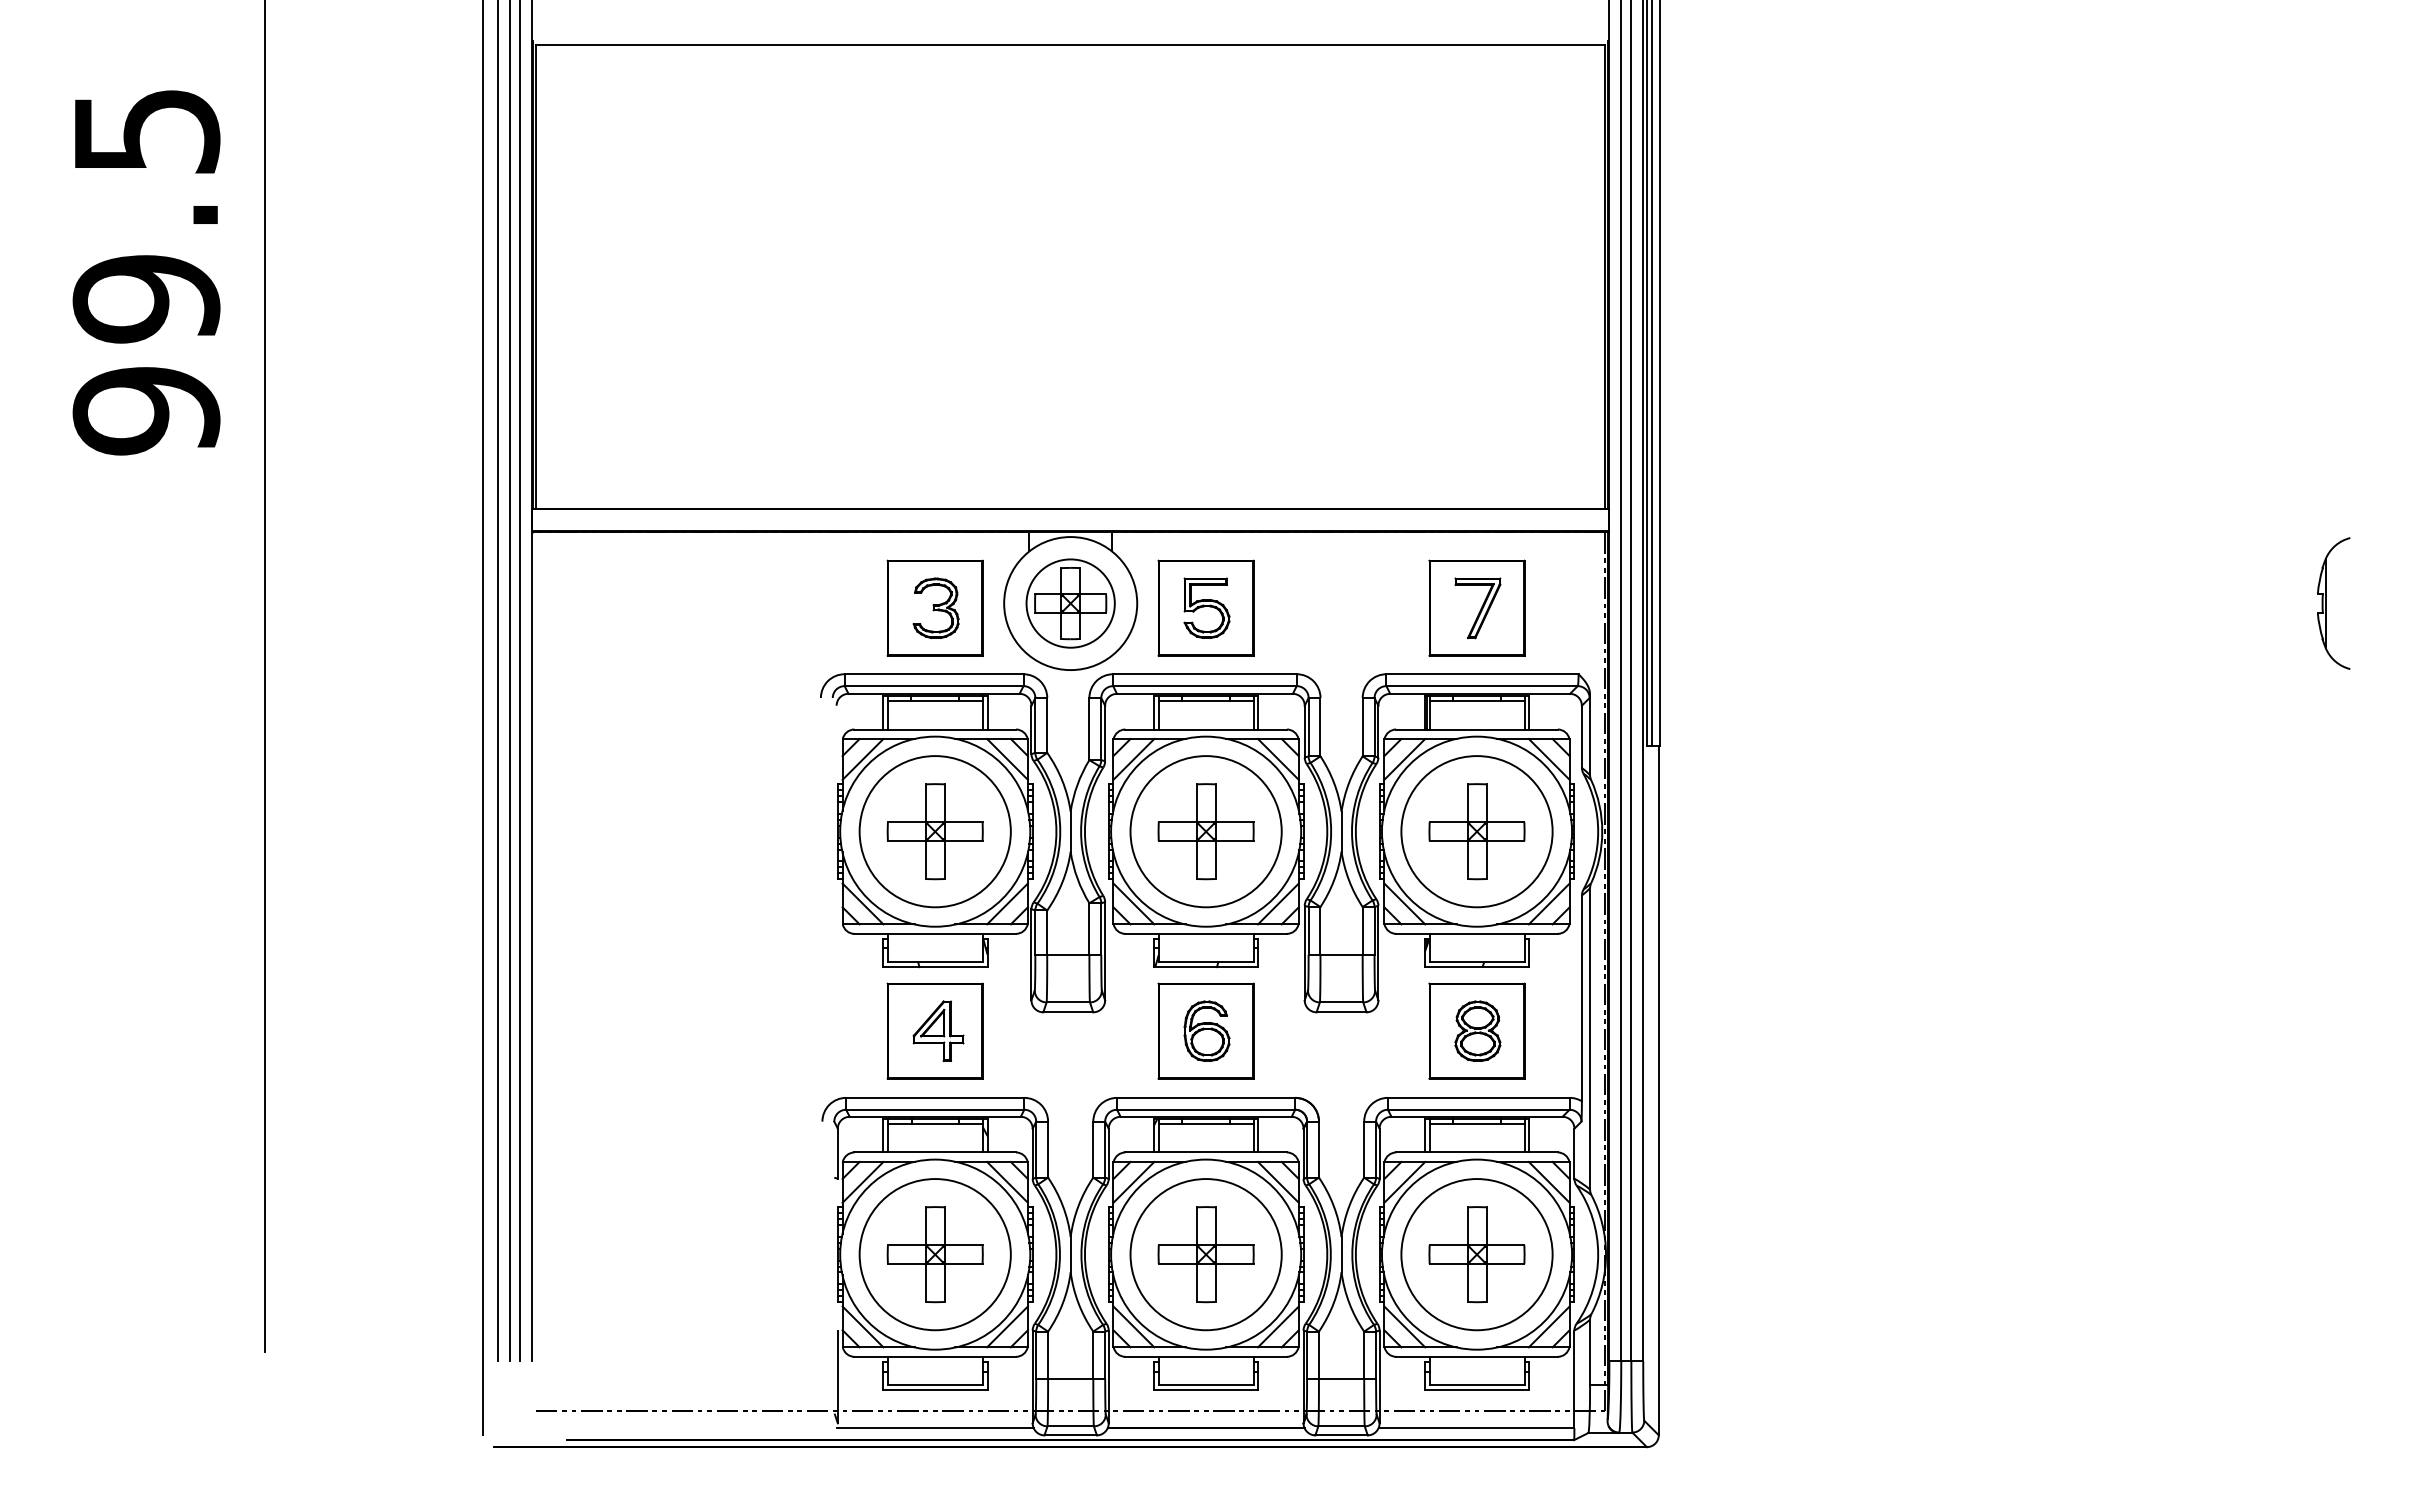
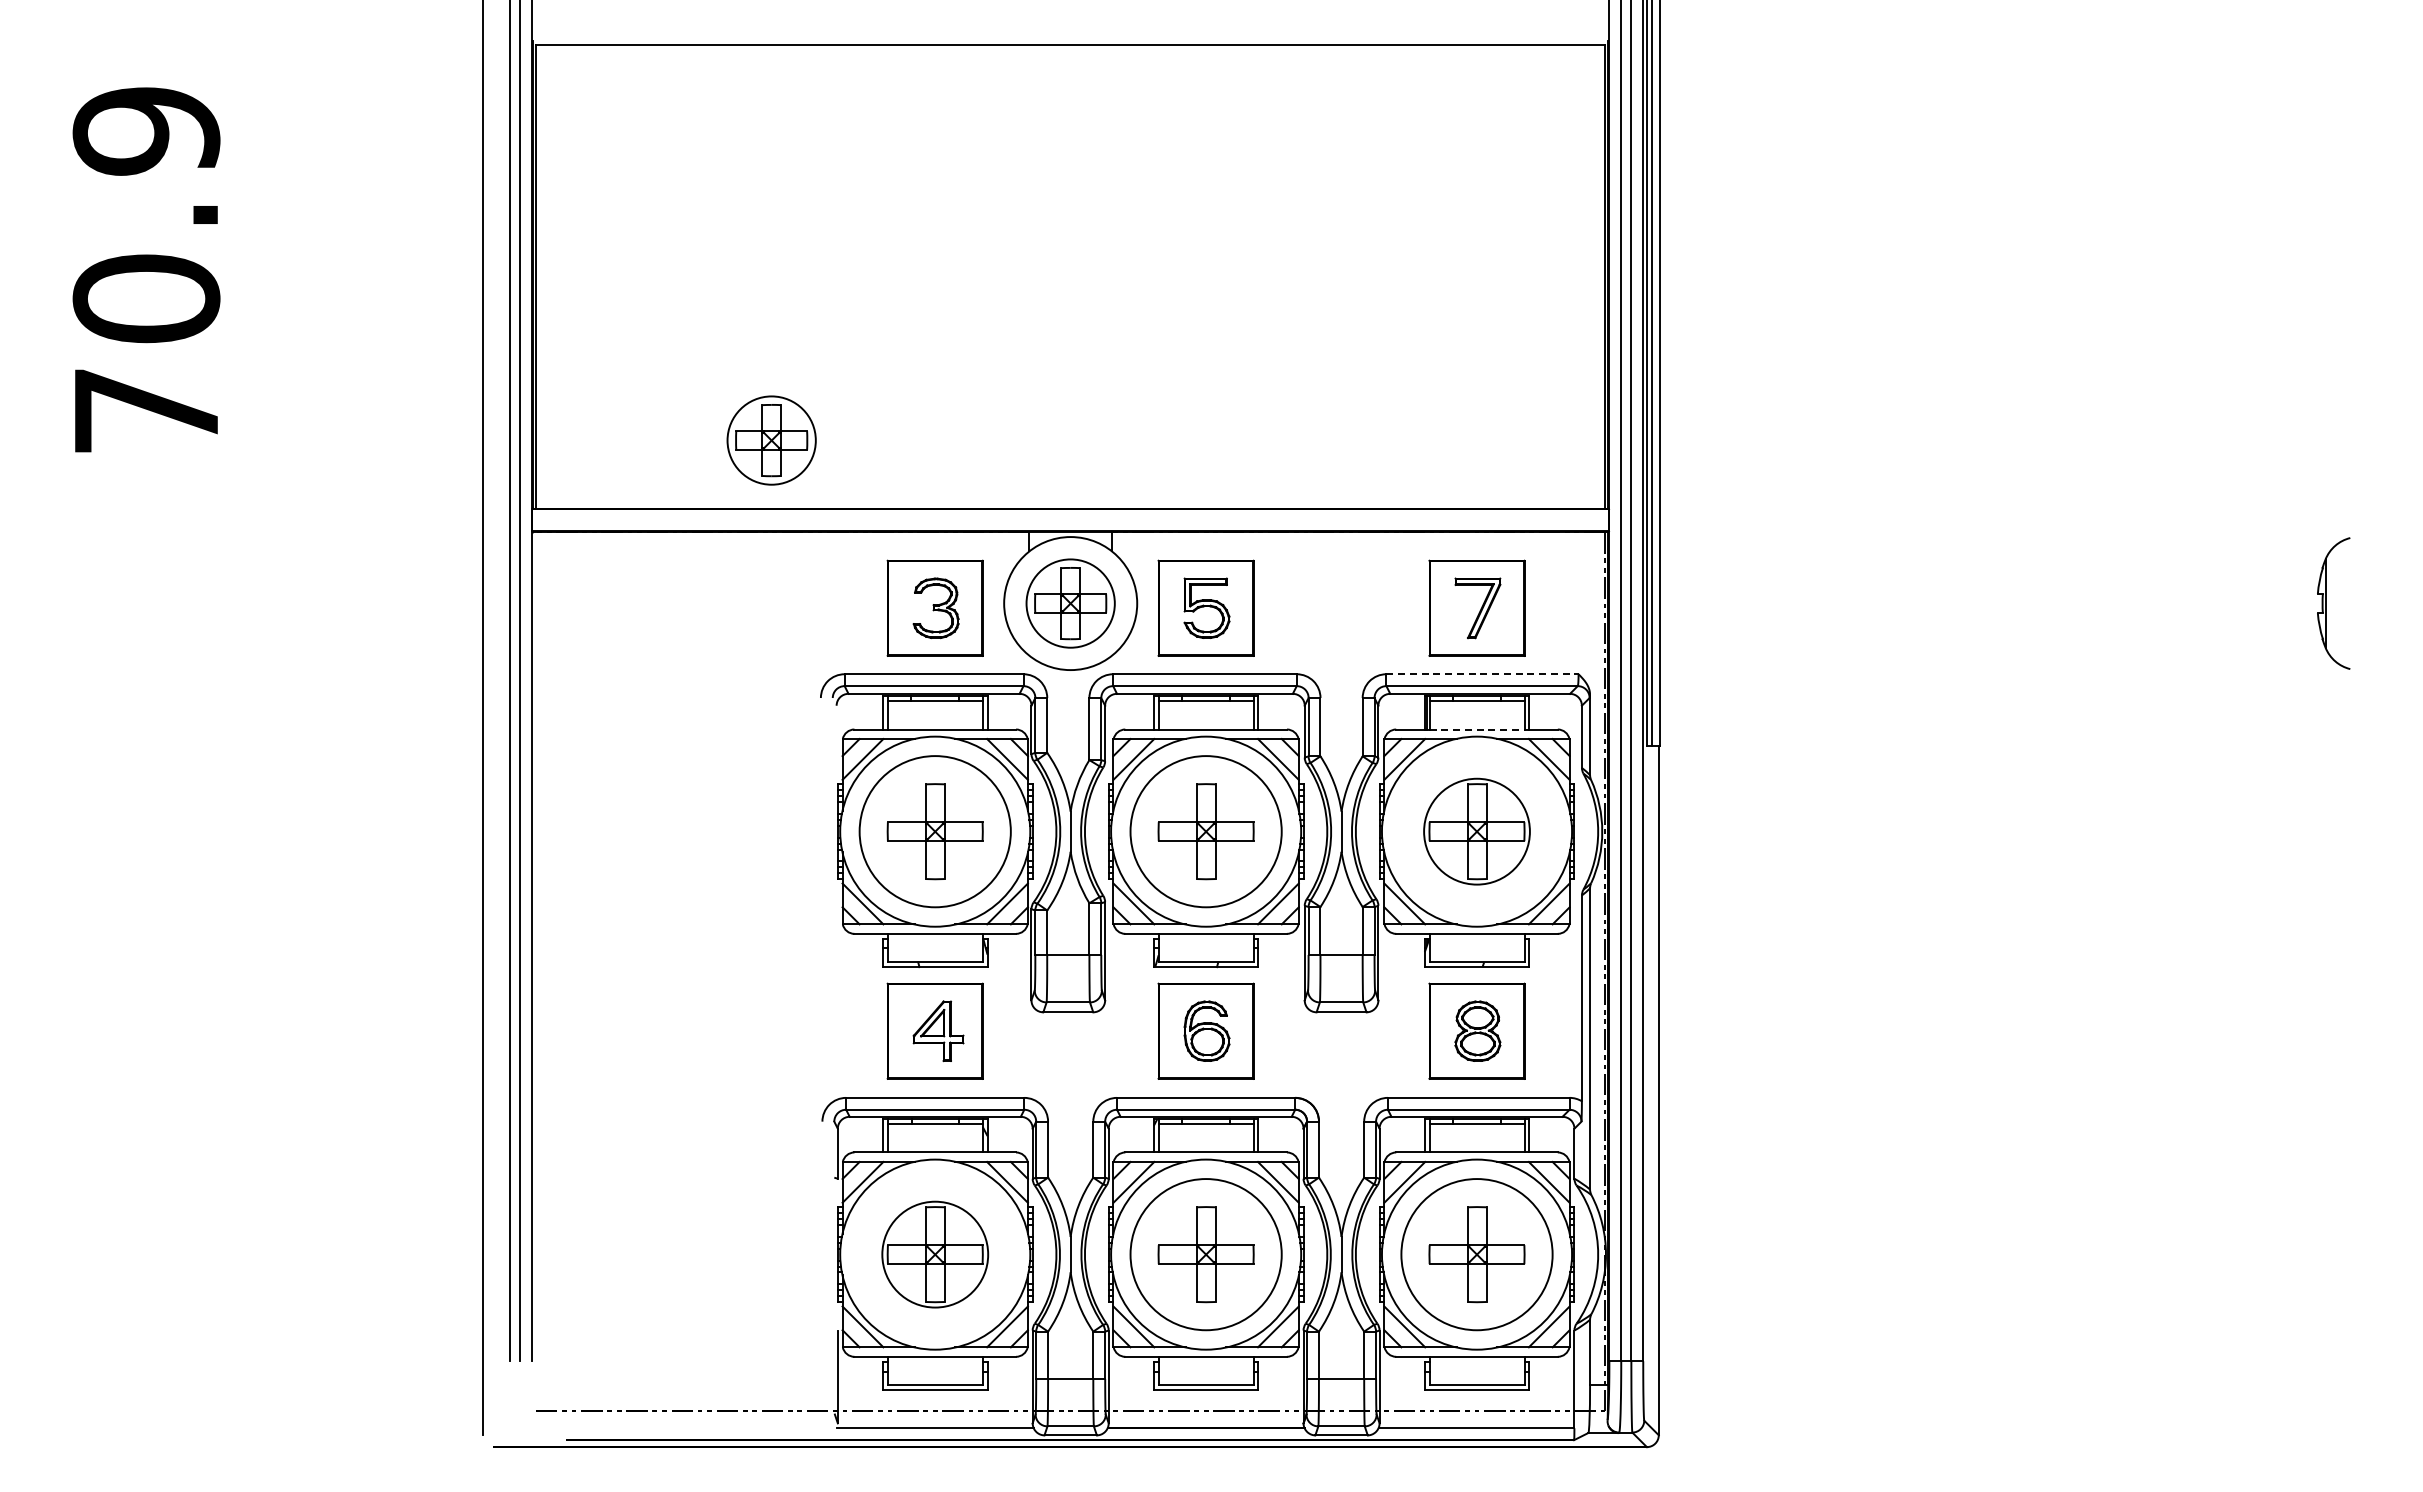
text at (146, 271): 99.5 -> 70.9
part at (771, 440): none -> present
line at (1483, 674): solid -> dashed
line at (265, 677): present -> none
line at (498, 681): present -> none
line at (1477, 729): solid -> dashed
circle at (1476, 831) diameter: 151 px -> 106 px
circle at (934, 1254) diameter: 151 px -> 106 px
